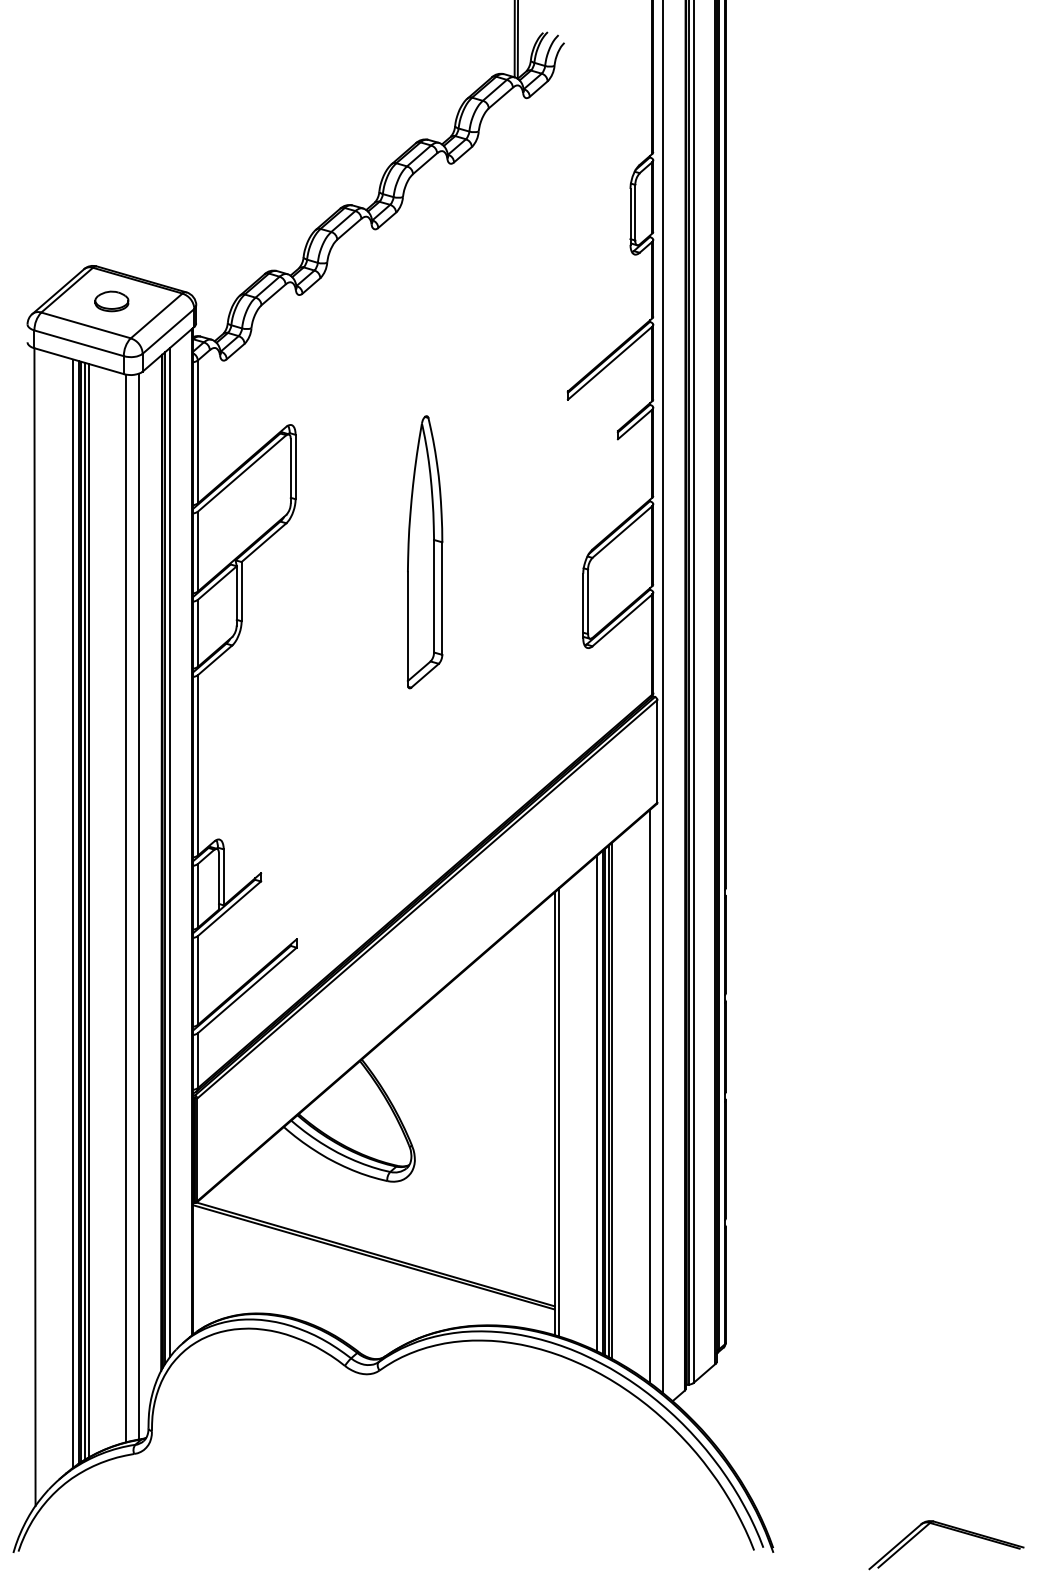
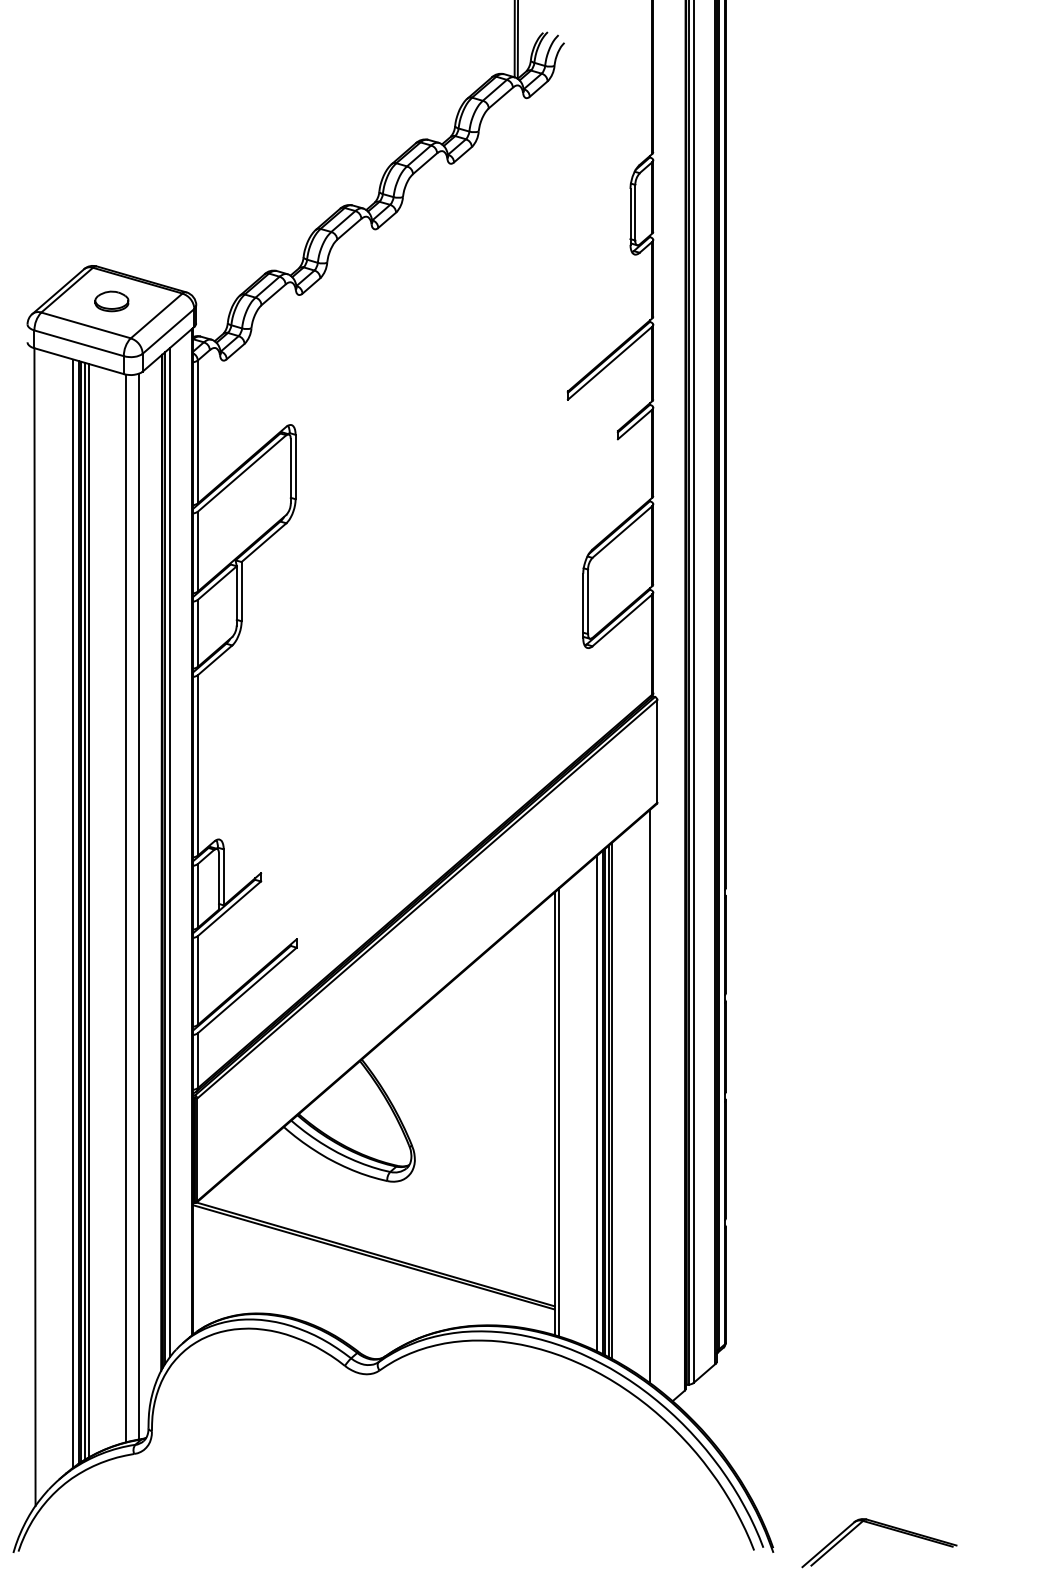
part at (425, 552): present -> none
line at (663, 697): present -> none
part at (951, 1530) position: (951, 1530) -> (884, 1528)
